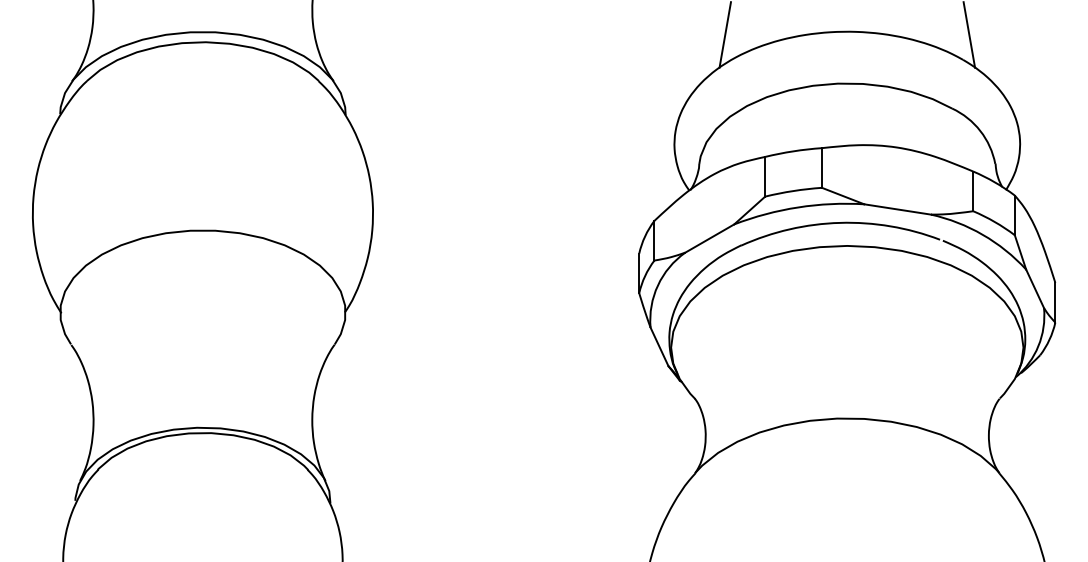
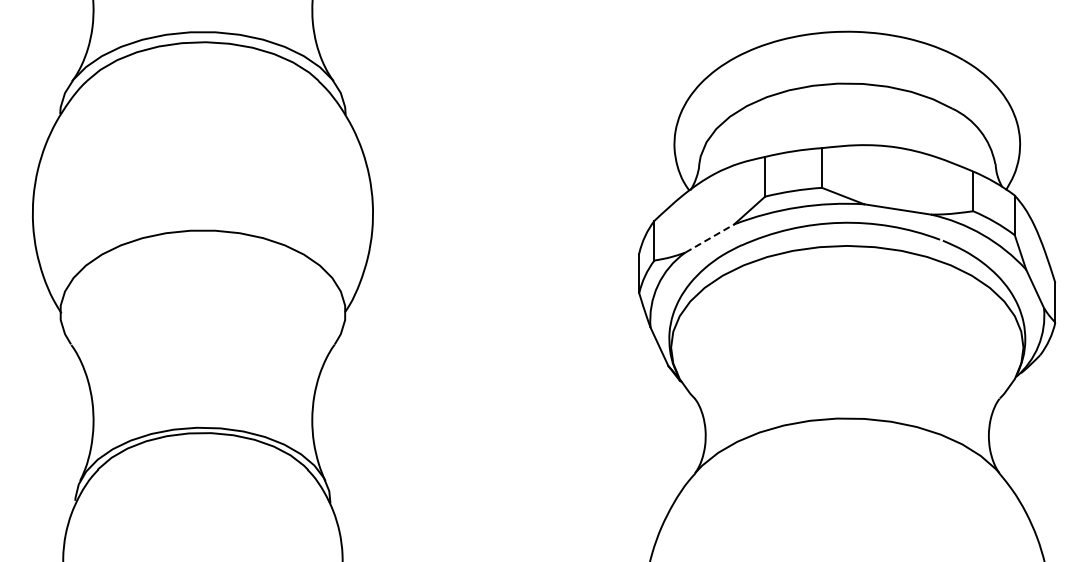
line at (724, 34): present -> none
line at (969, 34): present -> none
line at (710, 238): solid -> dashed
